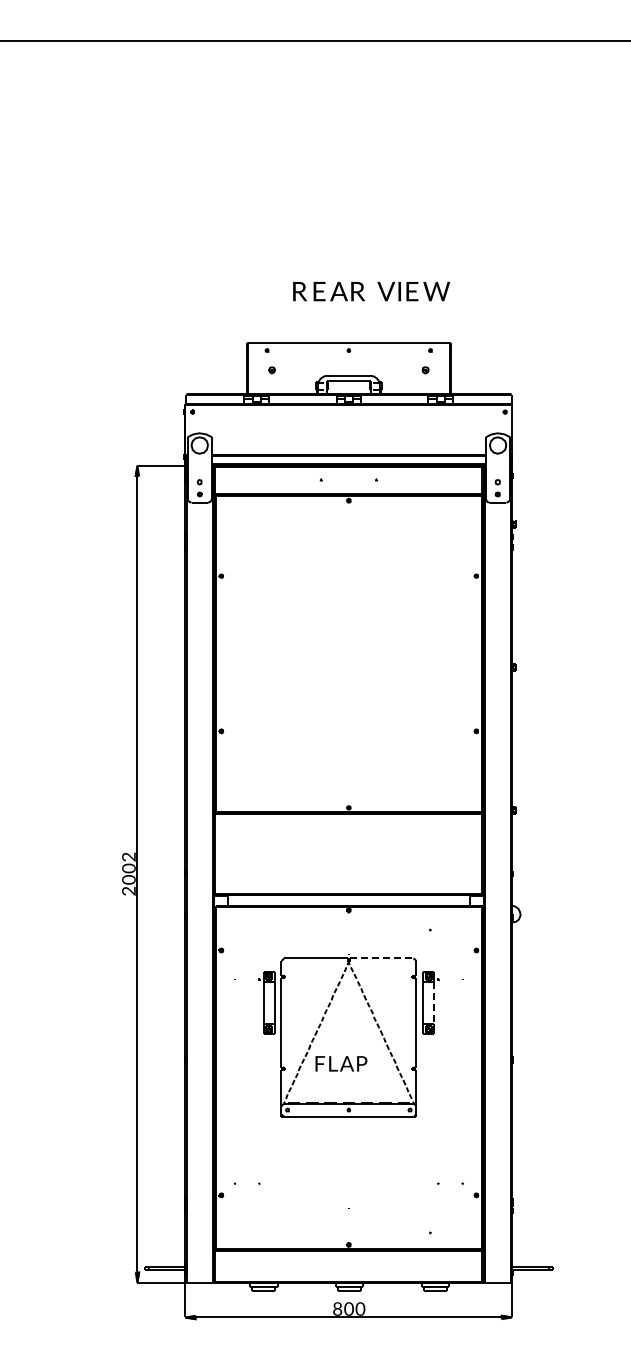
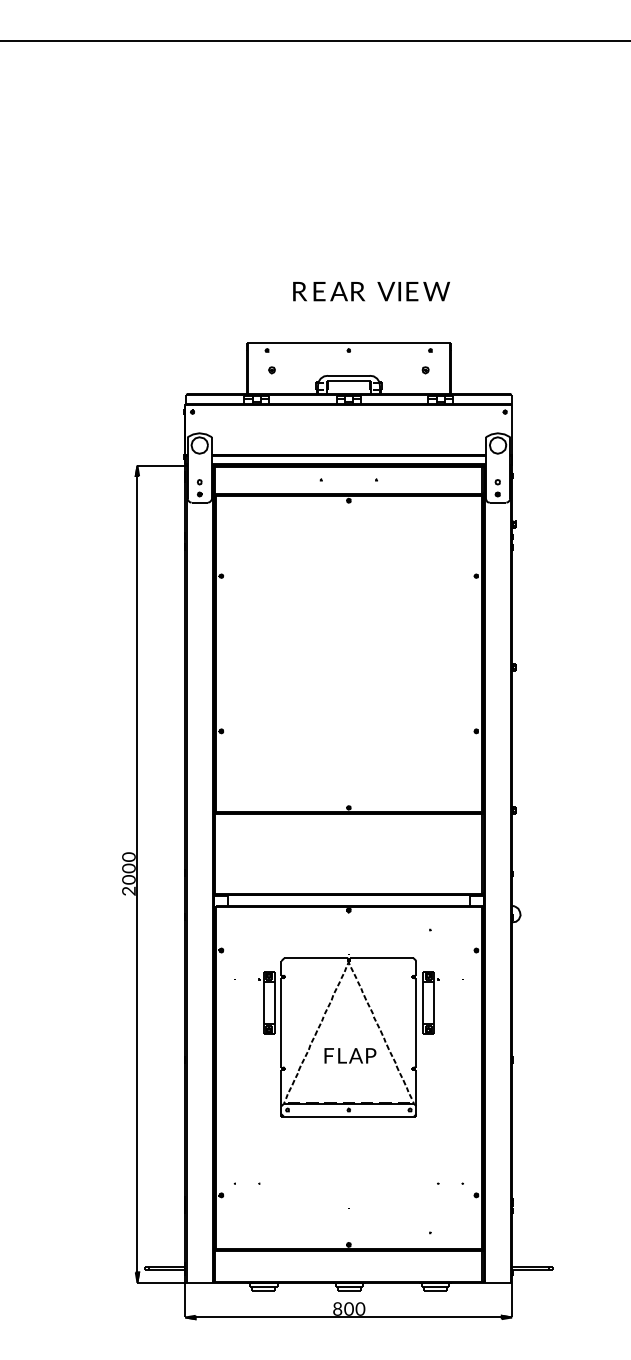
text at (128, 856): 2 -> 0
line at (381, 958): dashed -> solid
line at (434, 1002): dashed -> solid
text at (341, 1063) position: (341, 1063) -> (350, 1055)
